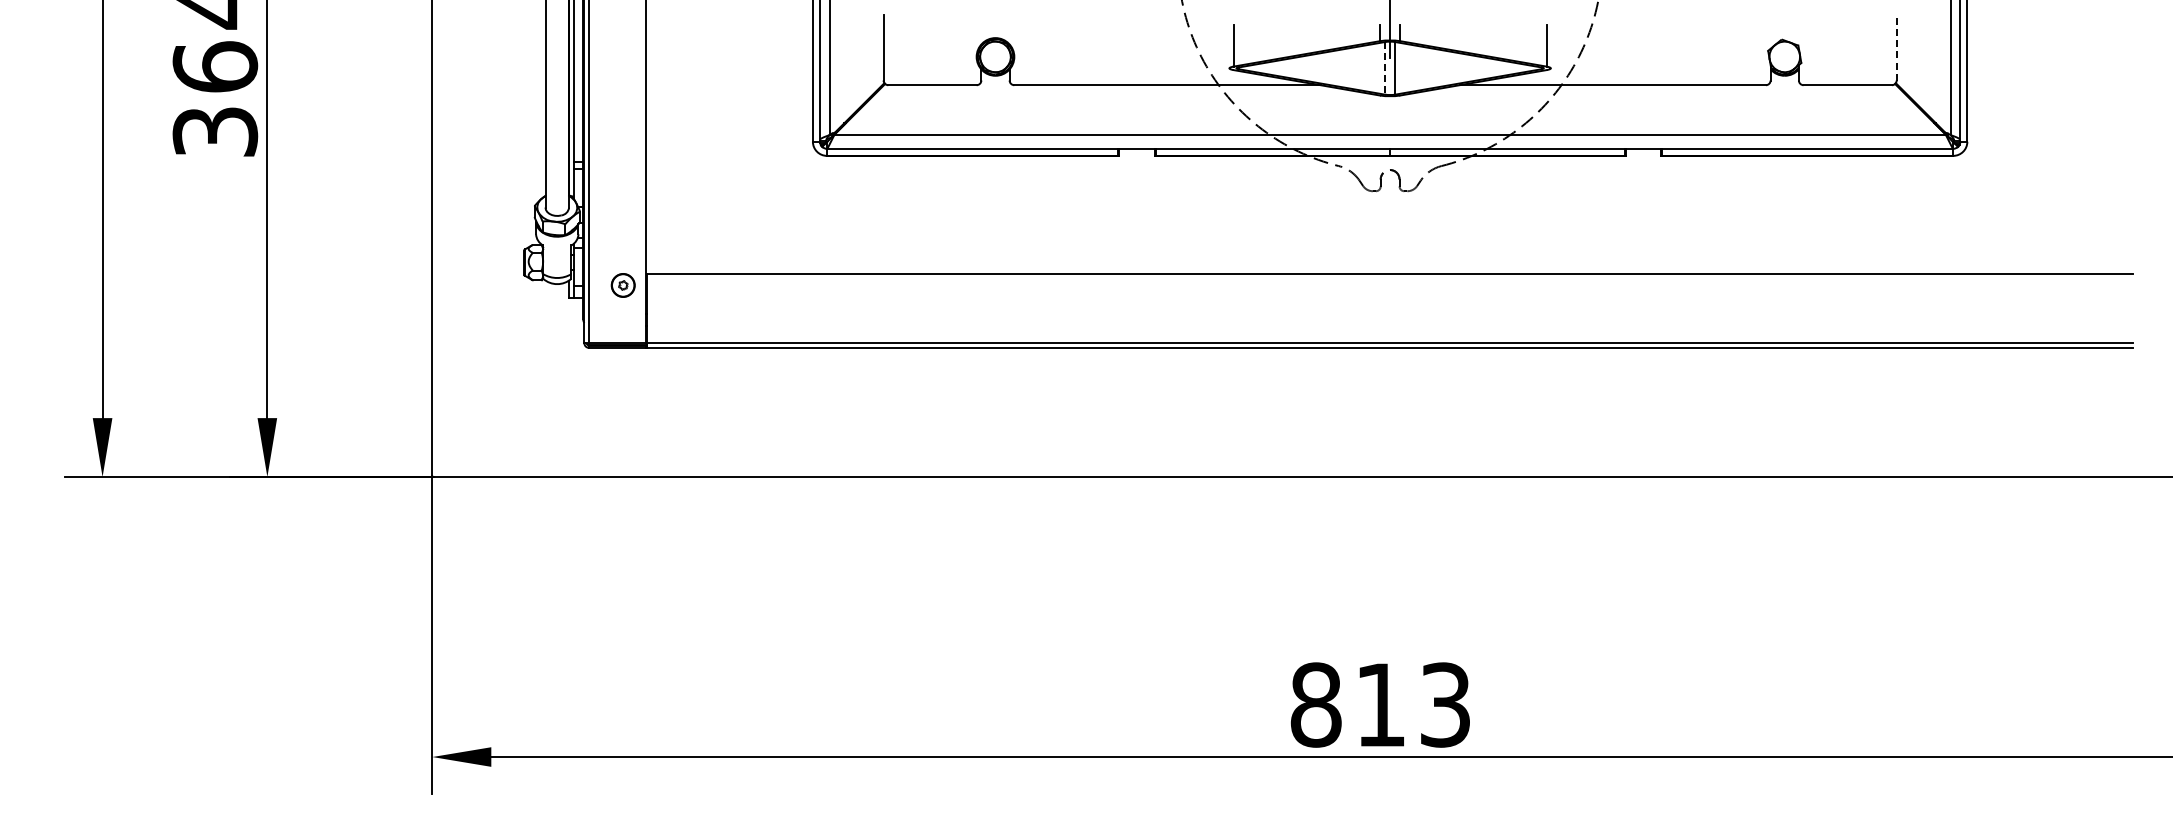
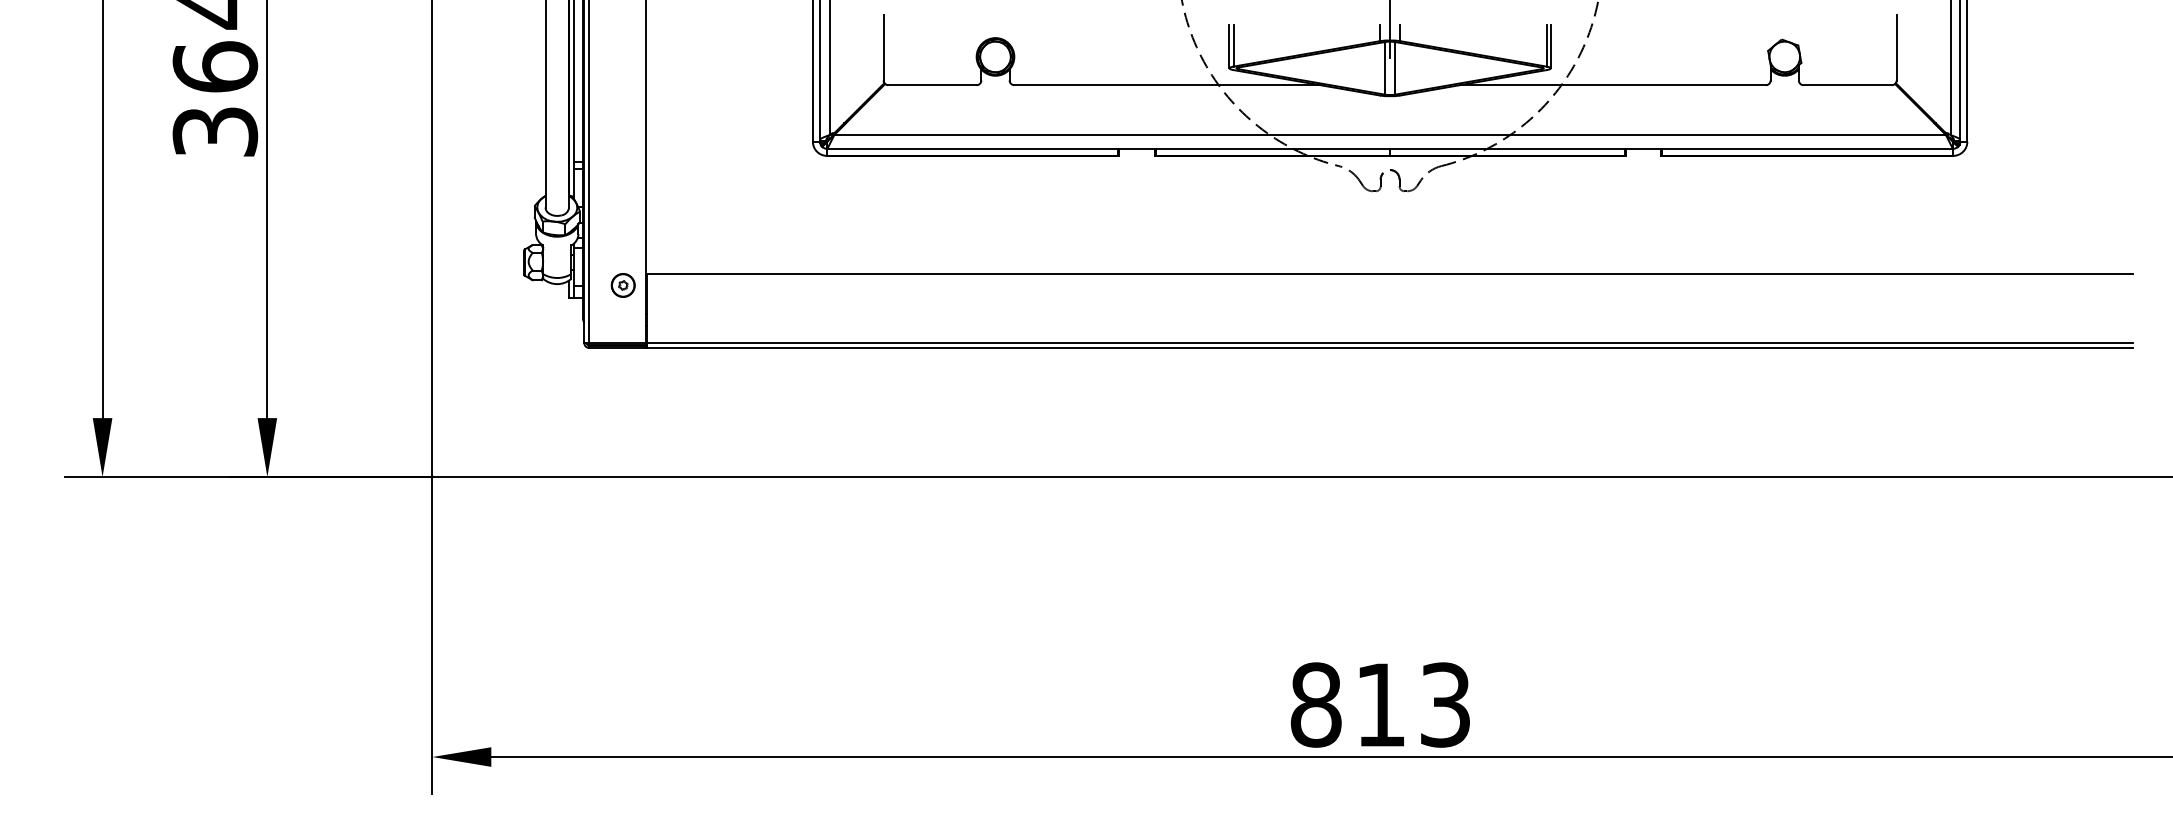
line at (1229, 46): none -> present
line at (1550, 46): none -> present
line at (1896, 47): dashed -> solid
line at (1385, 68): dashed -> solid
